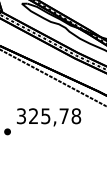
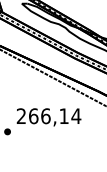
text at (48, 116): 325,78 -> 266,14
